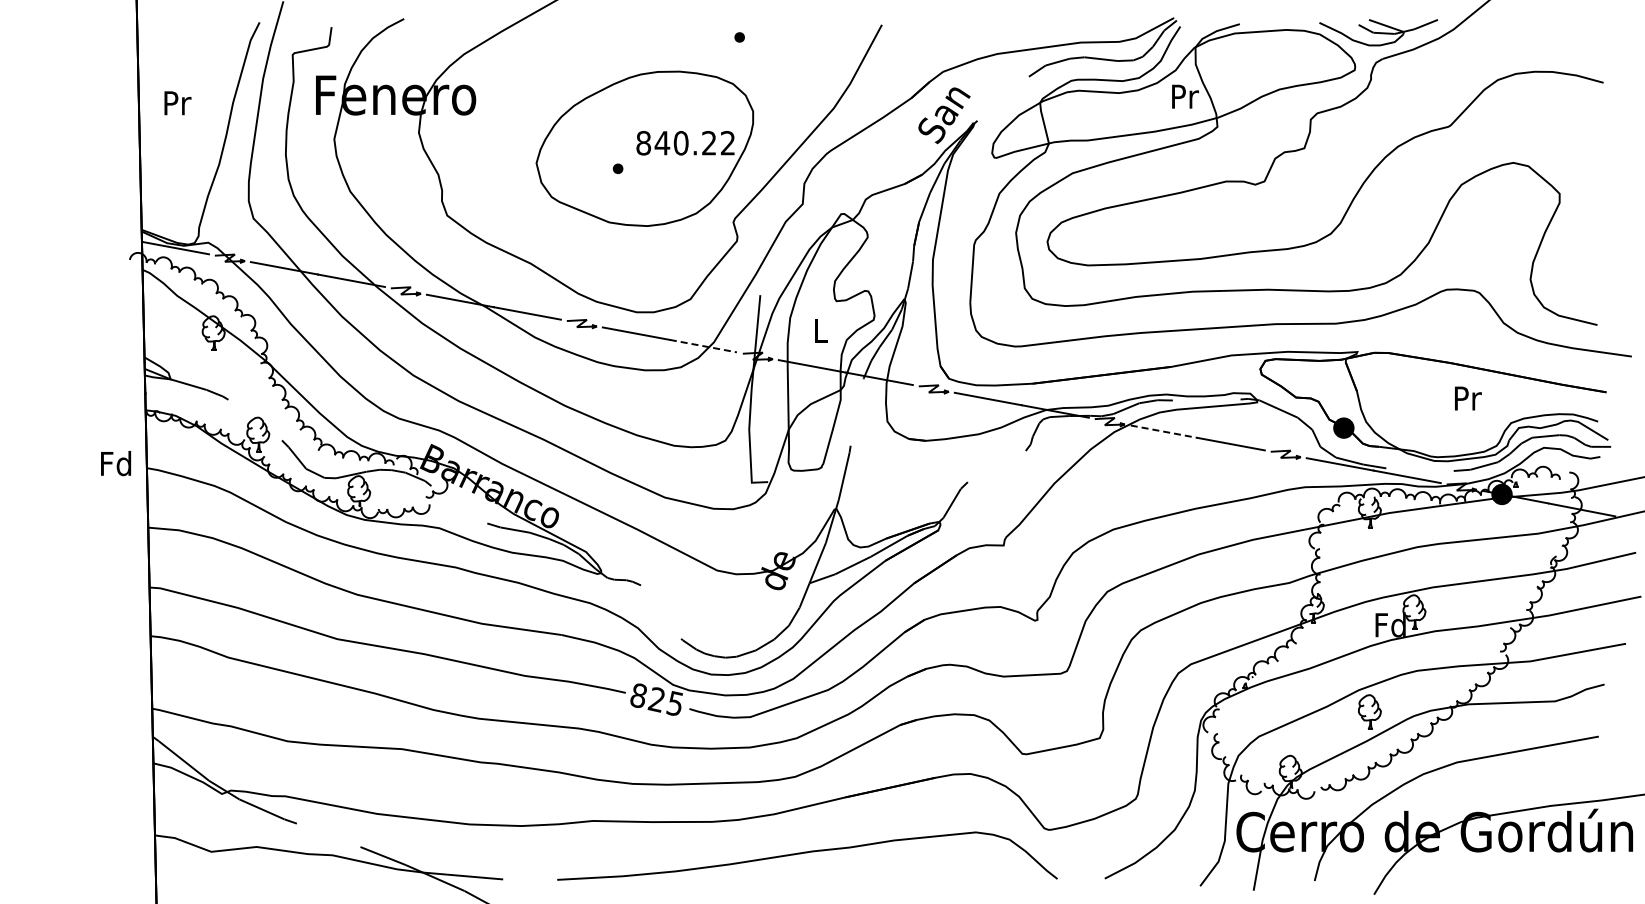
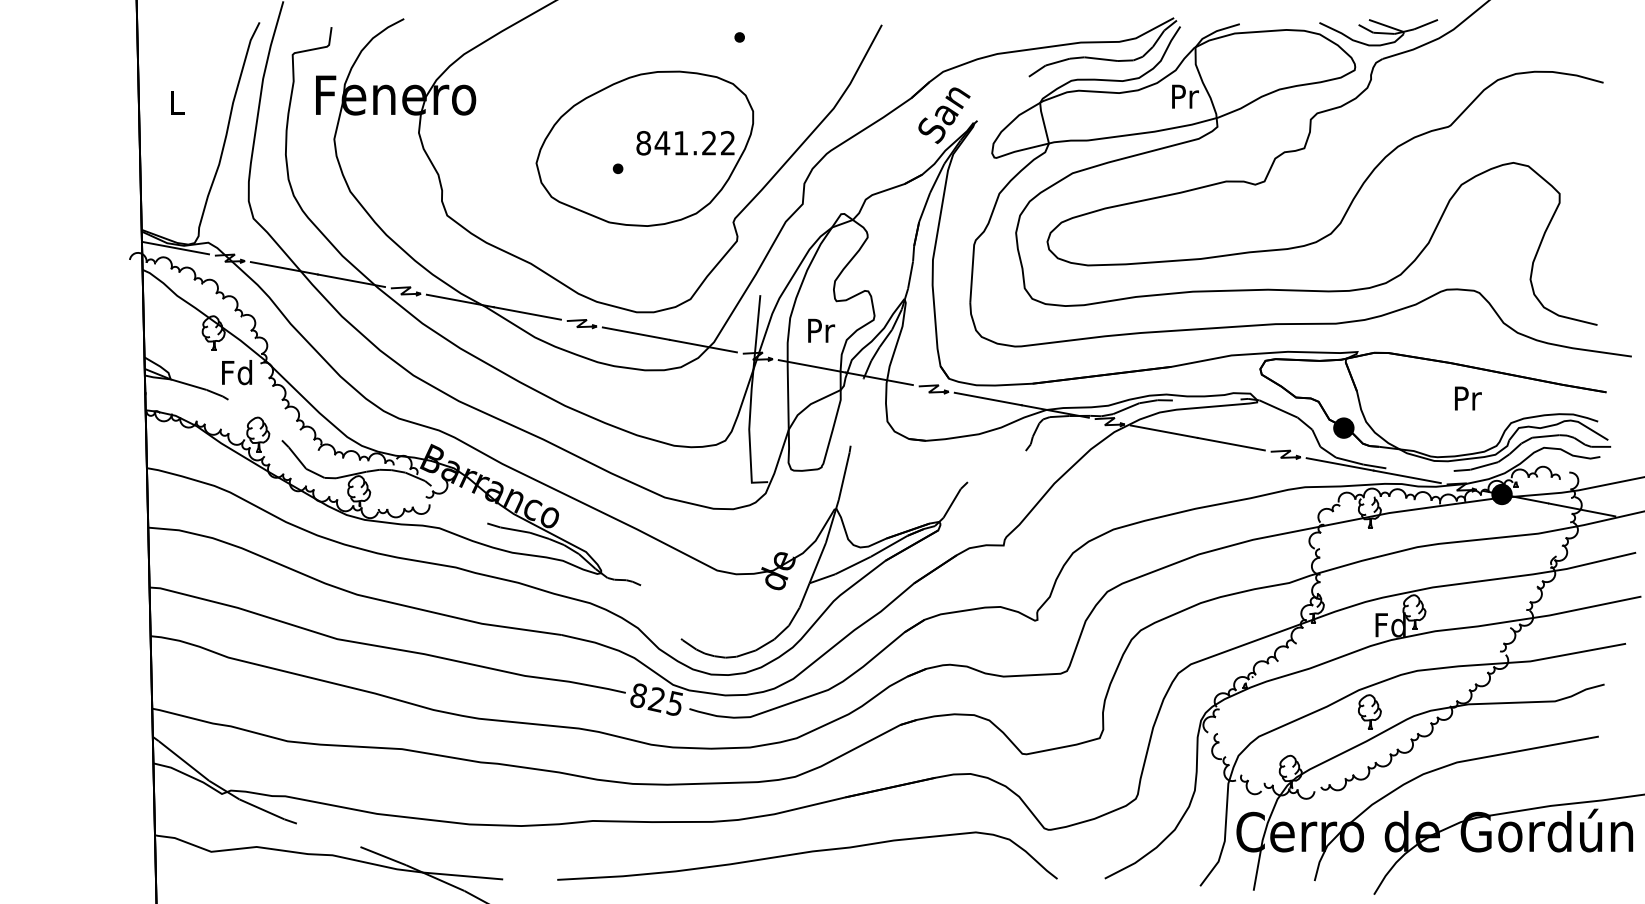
text at (177, 103): Pr -> L
text at (680, 143): 840.22 -> 841.22
text at (821, 330): L -> Pr
line at (703, 346): dashed -> solid
line at (1164, 431): dashed -> solid
text at (115, 463) position: (115, 463) -> (236, 372)
